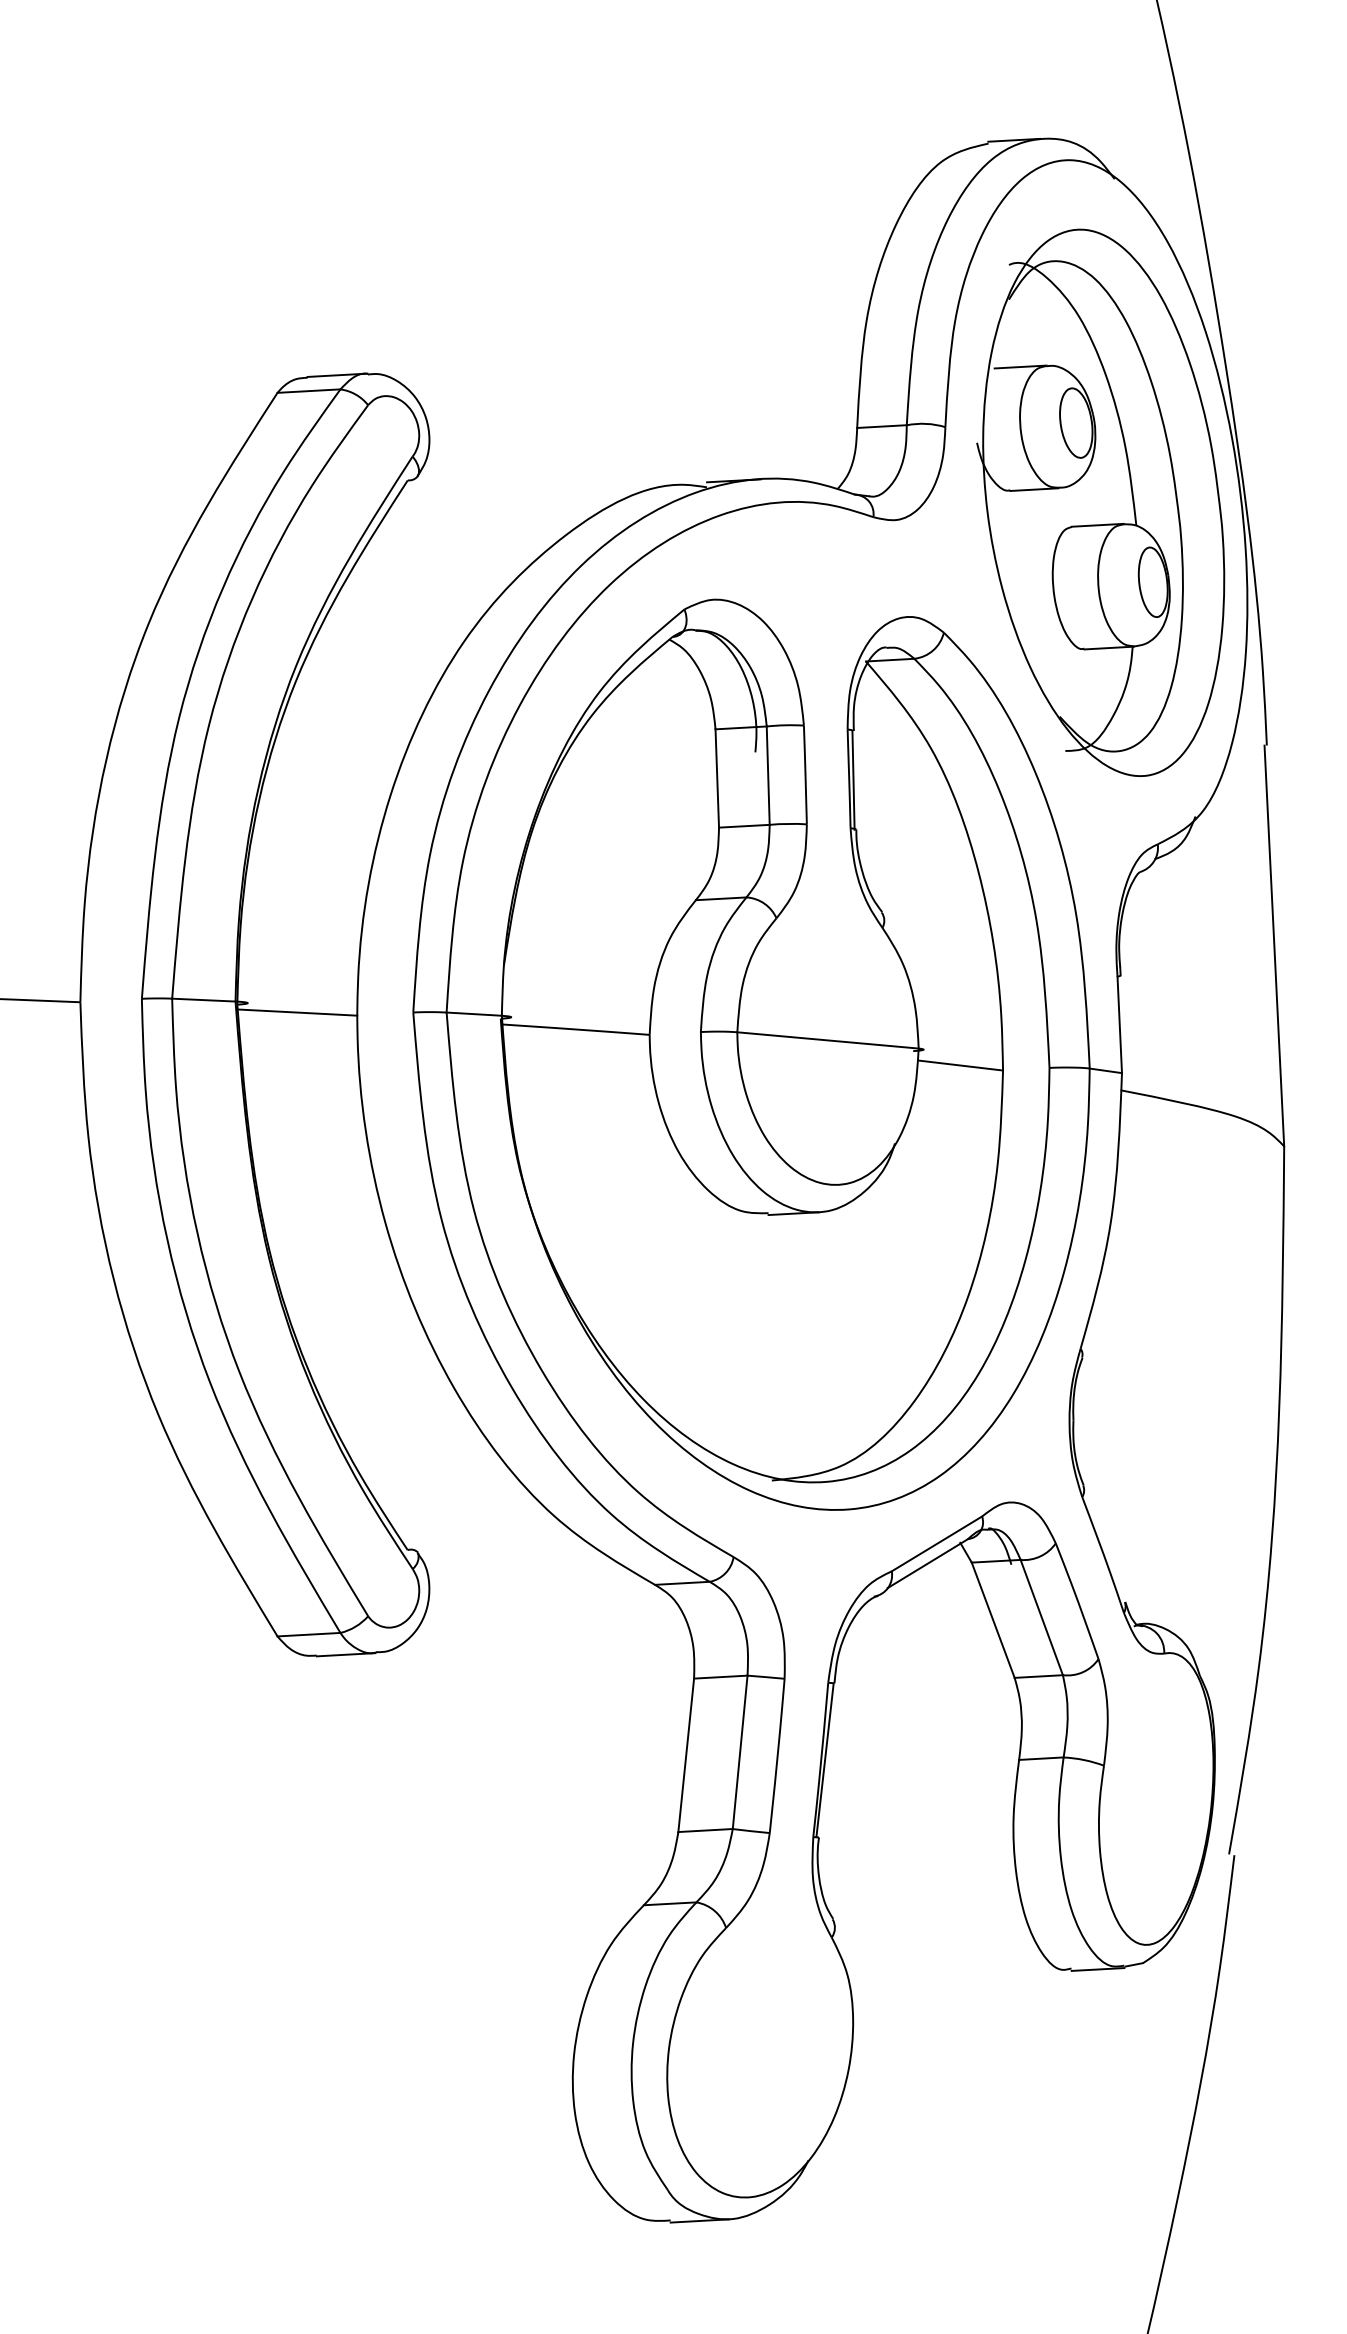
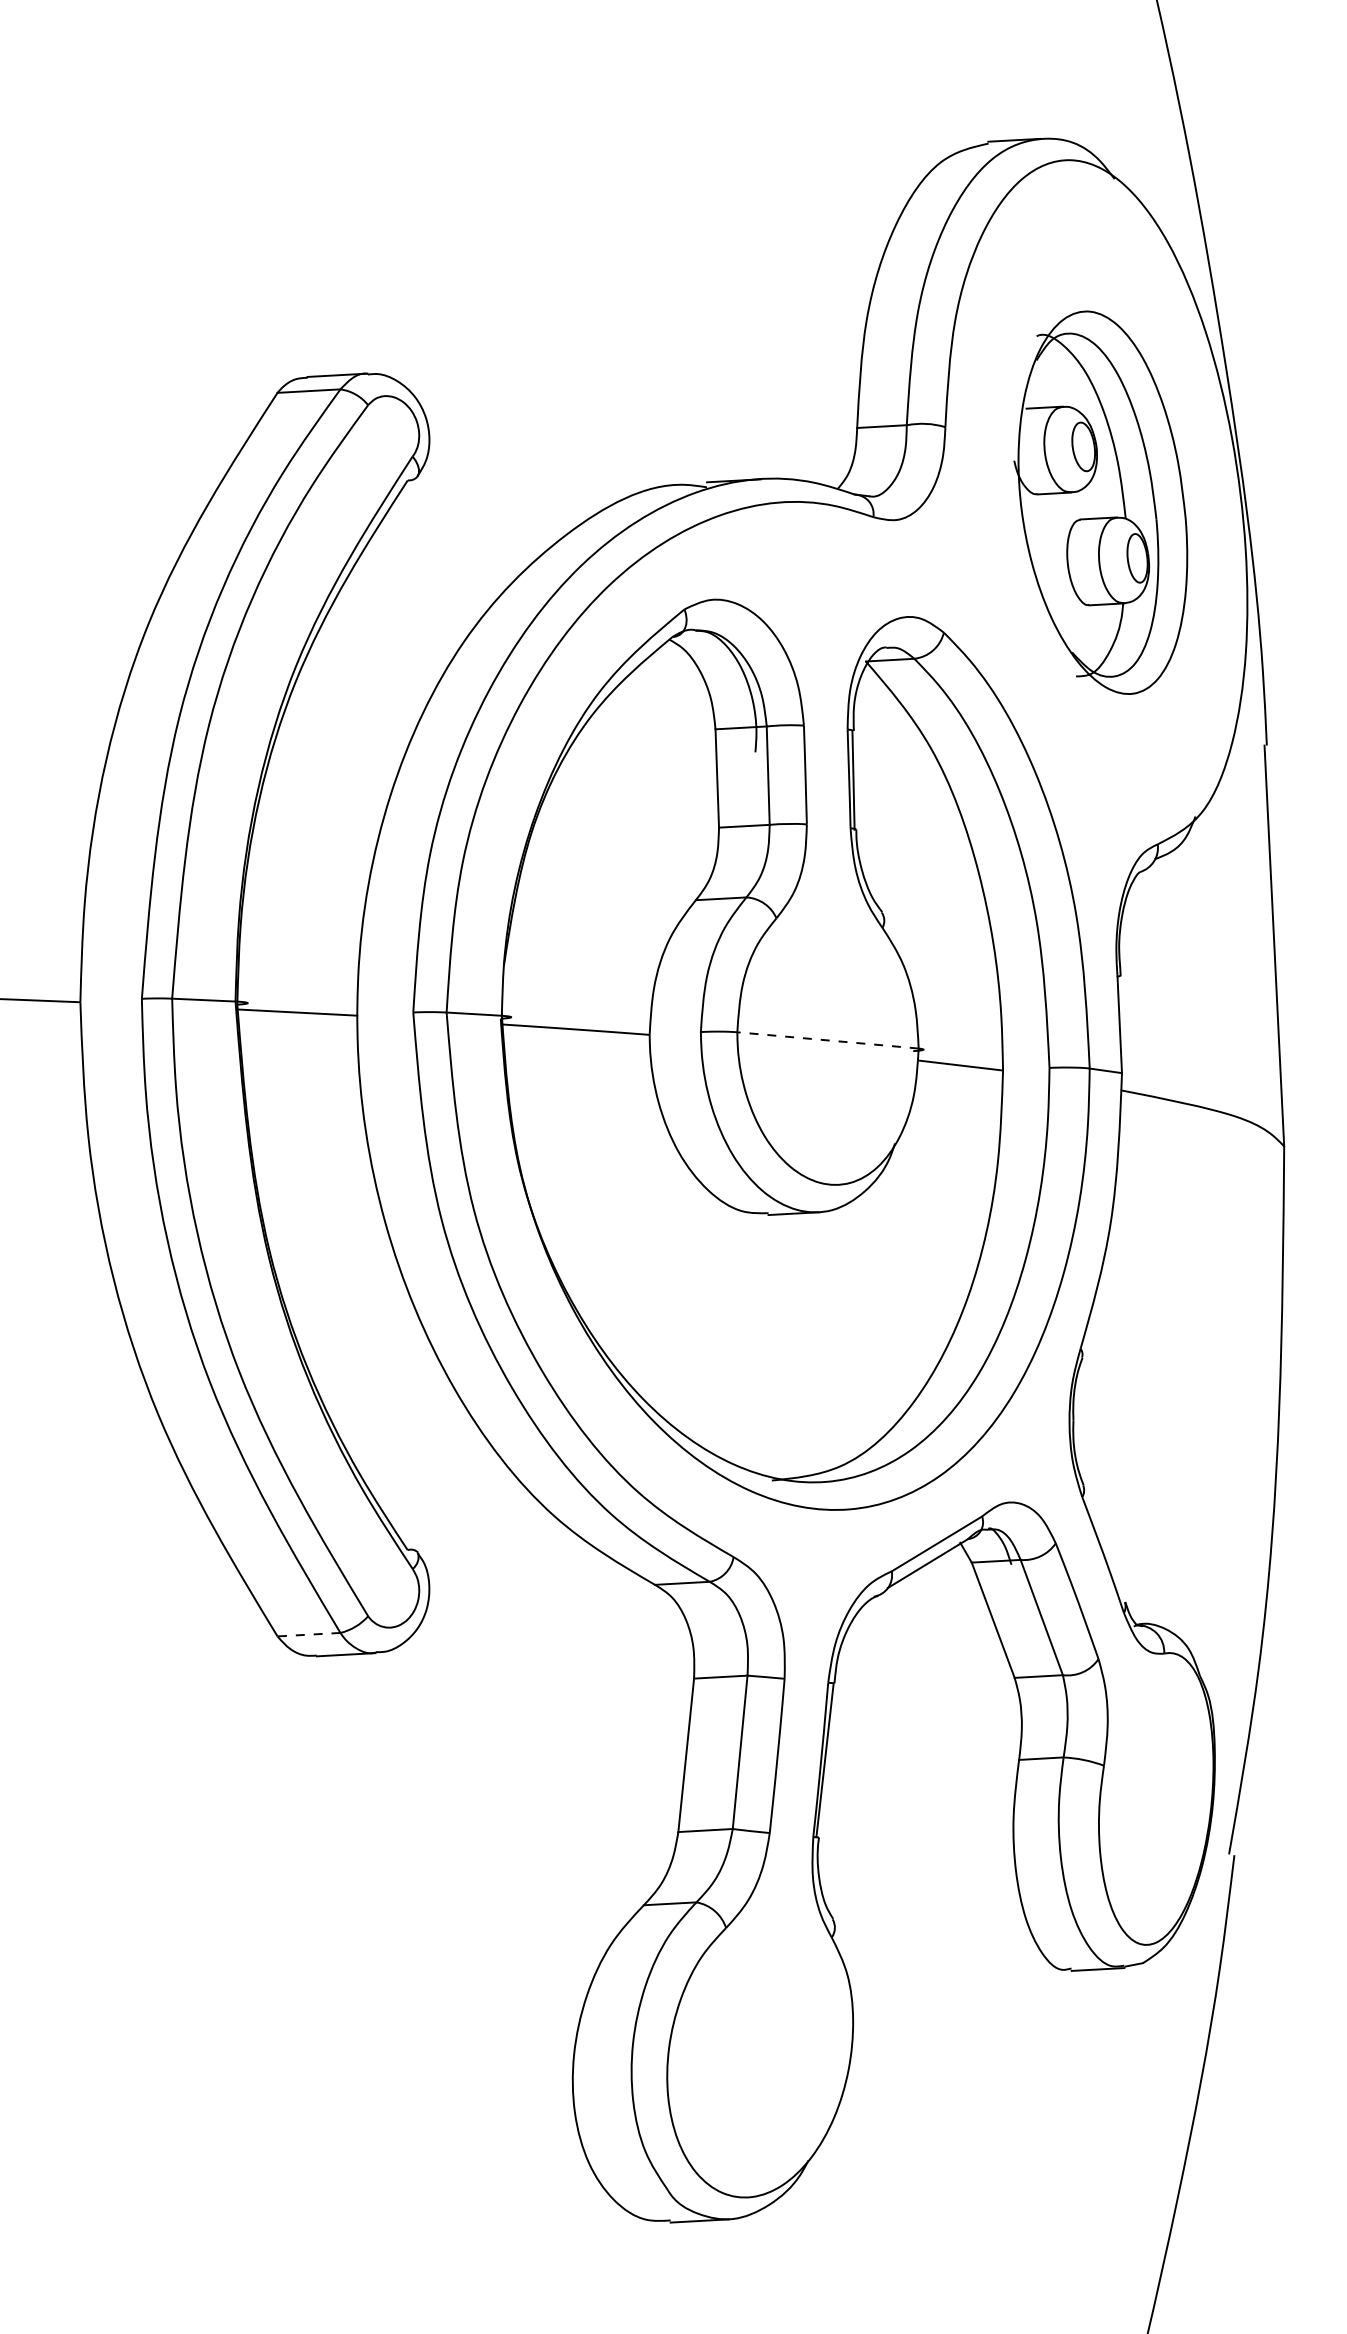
part at (1100, 502) size: 250x549 px -> 176x385 px
line at (827, 1040): solid -> dashed
line at (309, 1634): solid -> dashed
